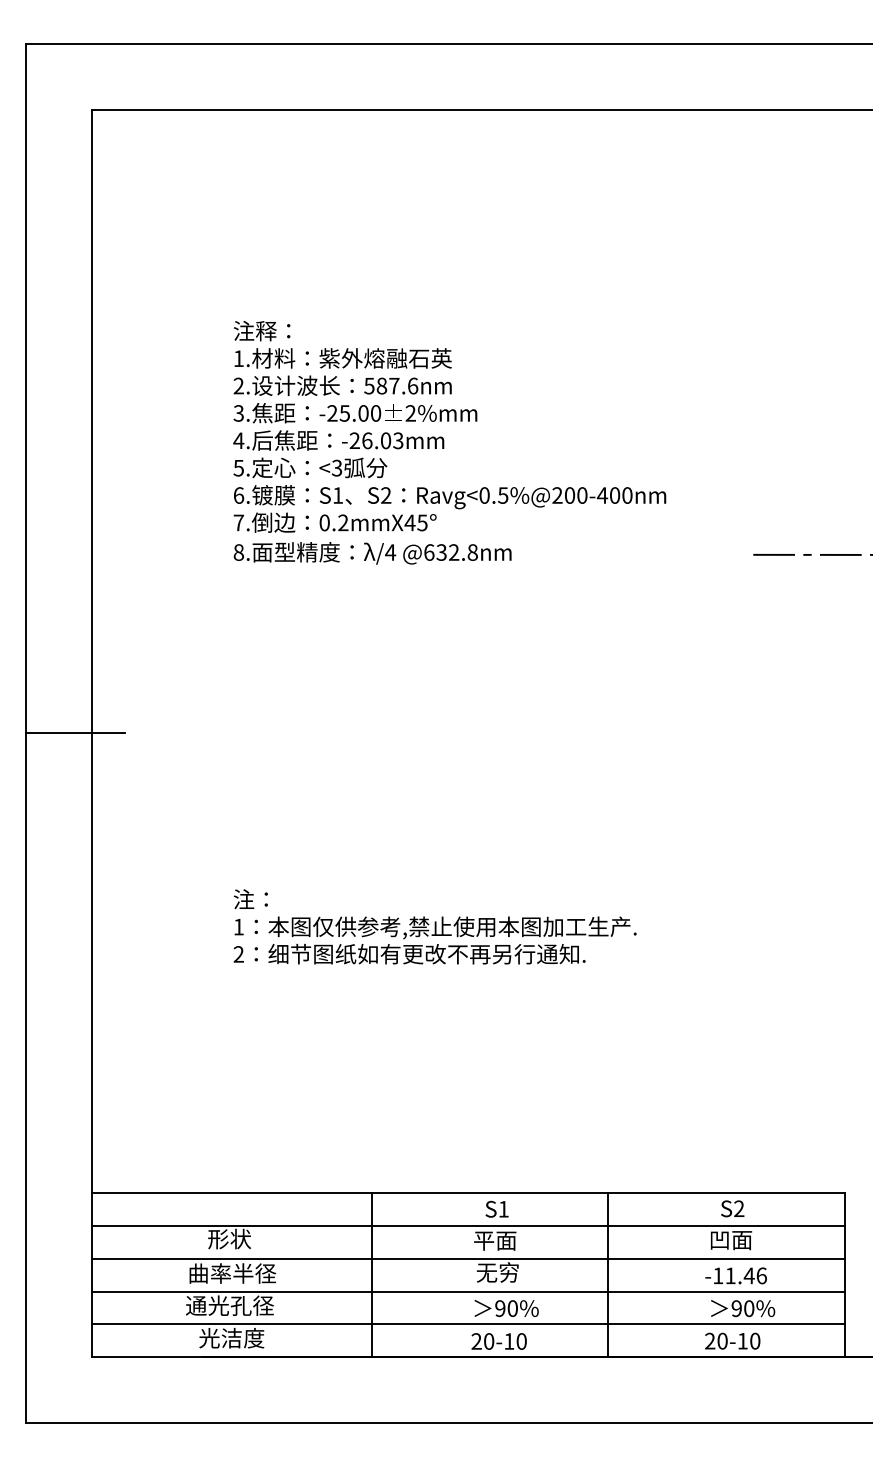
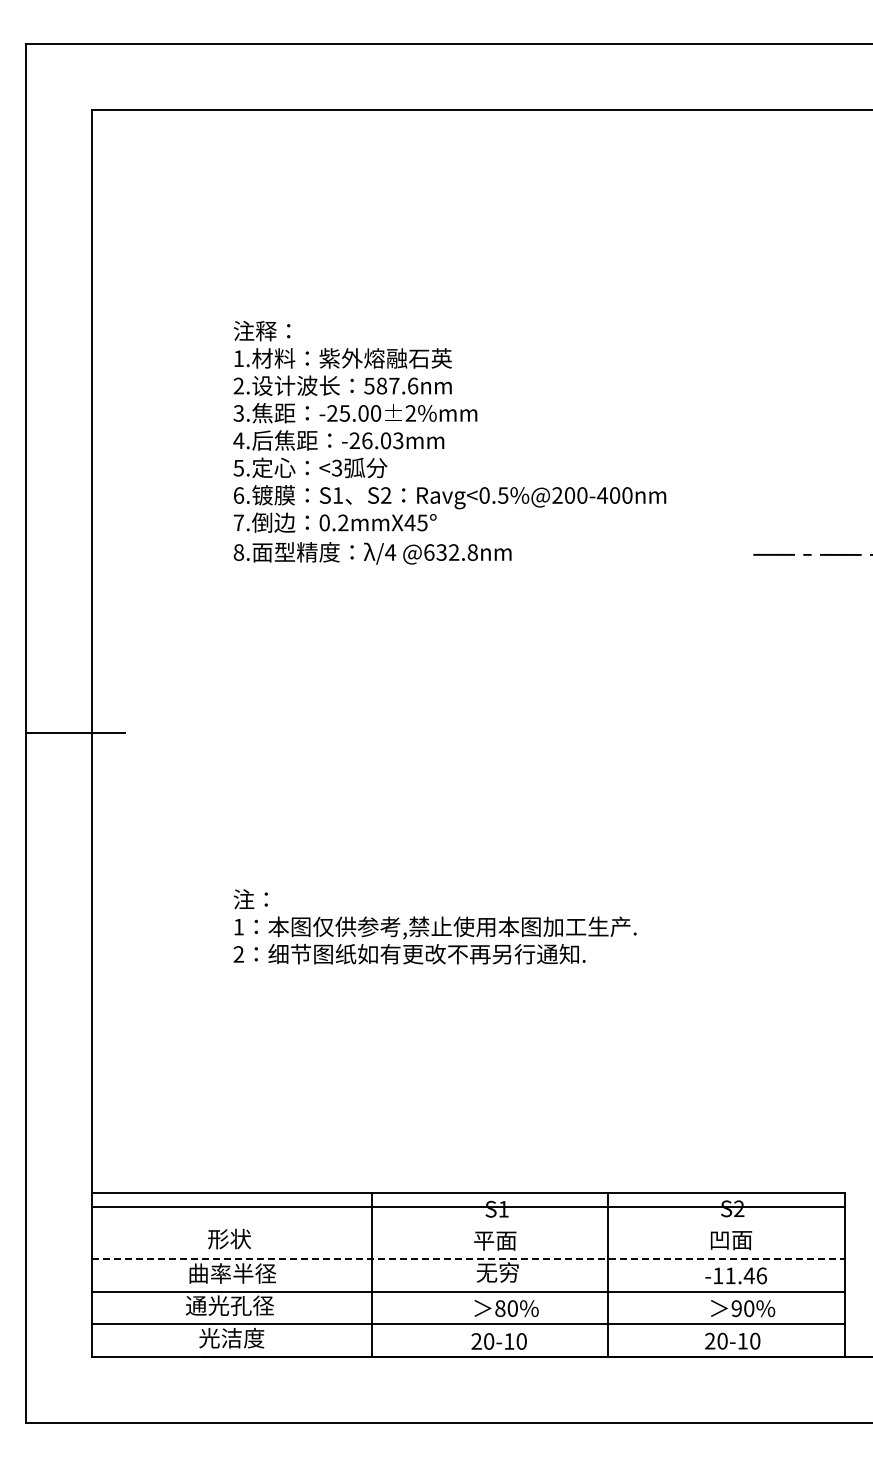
line at (467, 1225) position: (467, 1225) -> (467, 1206)
line at (468, 1258): solid -> dashed
text at (500, 1308): 90% -> 80%
